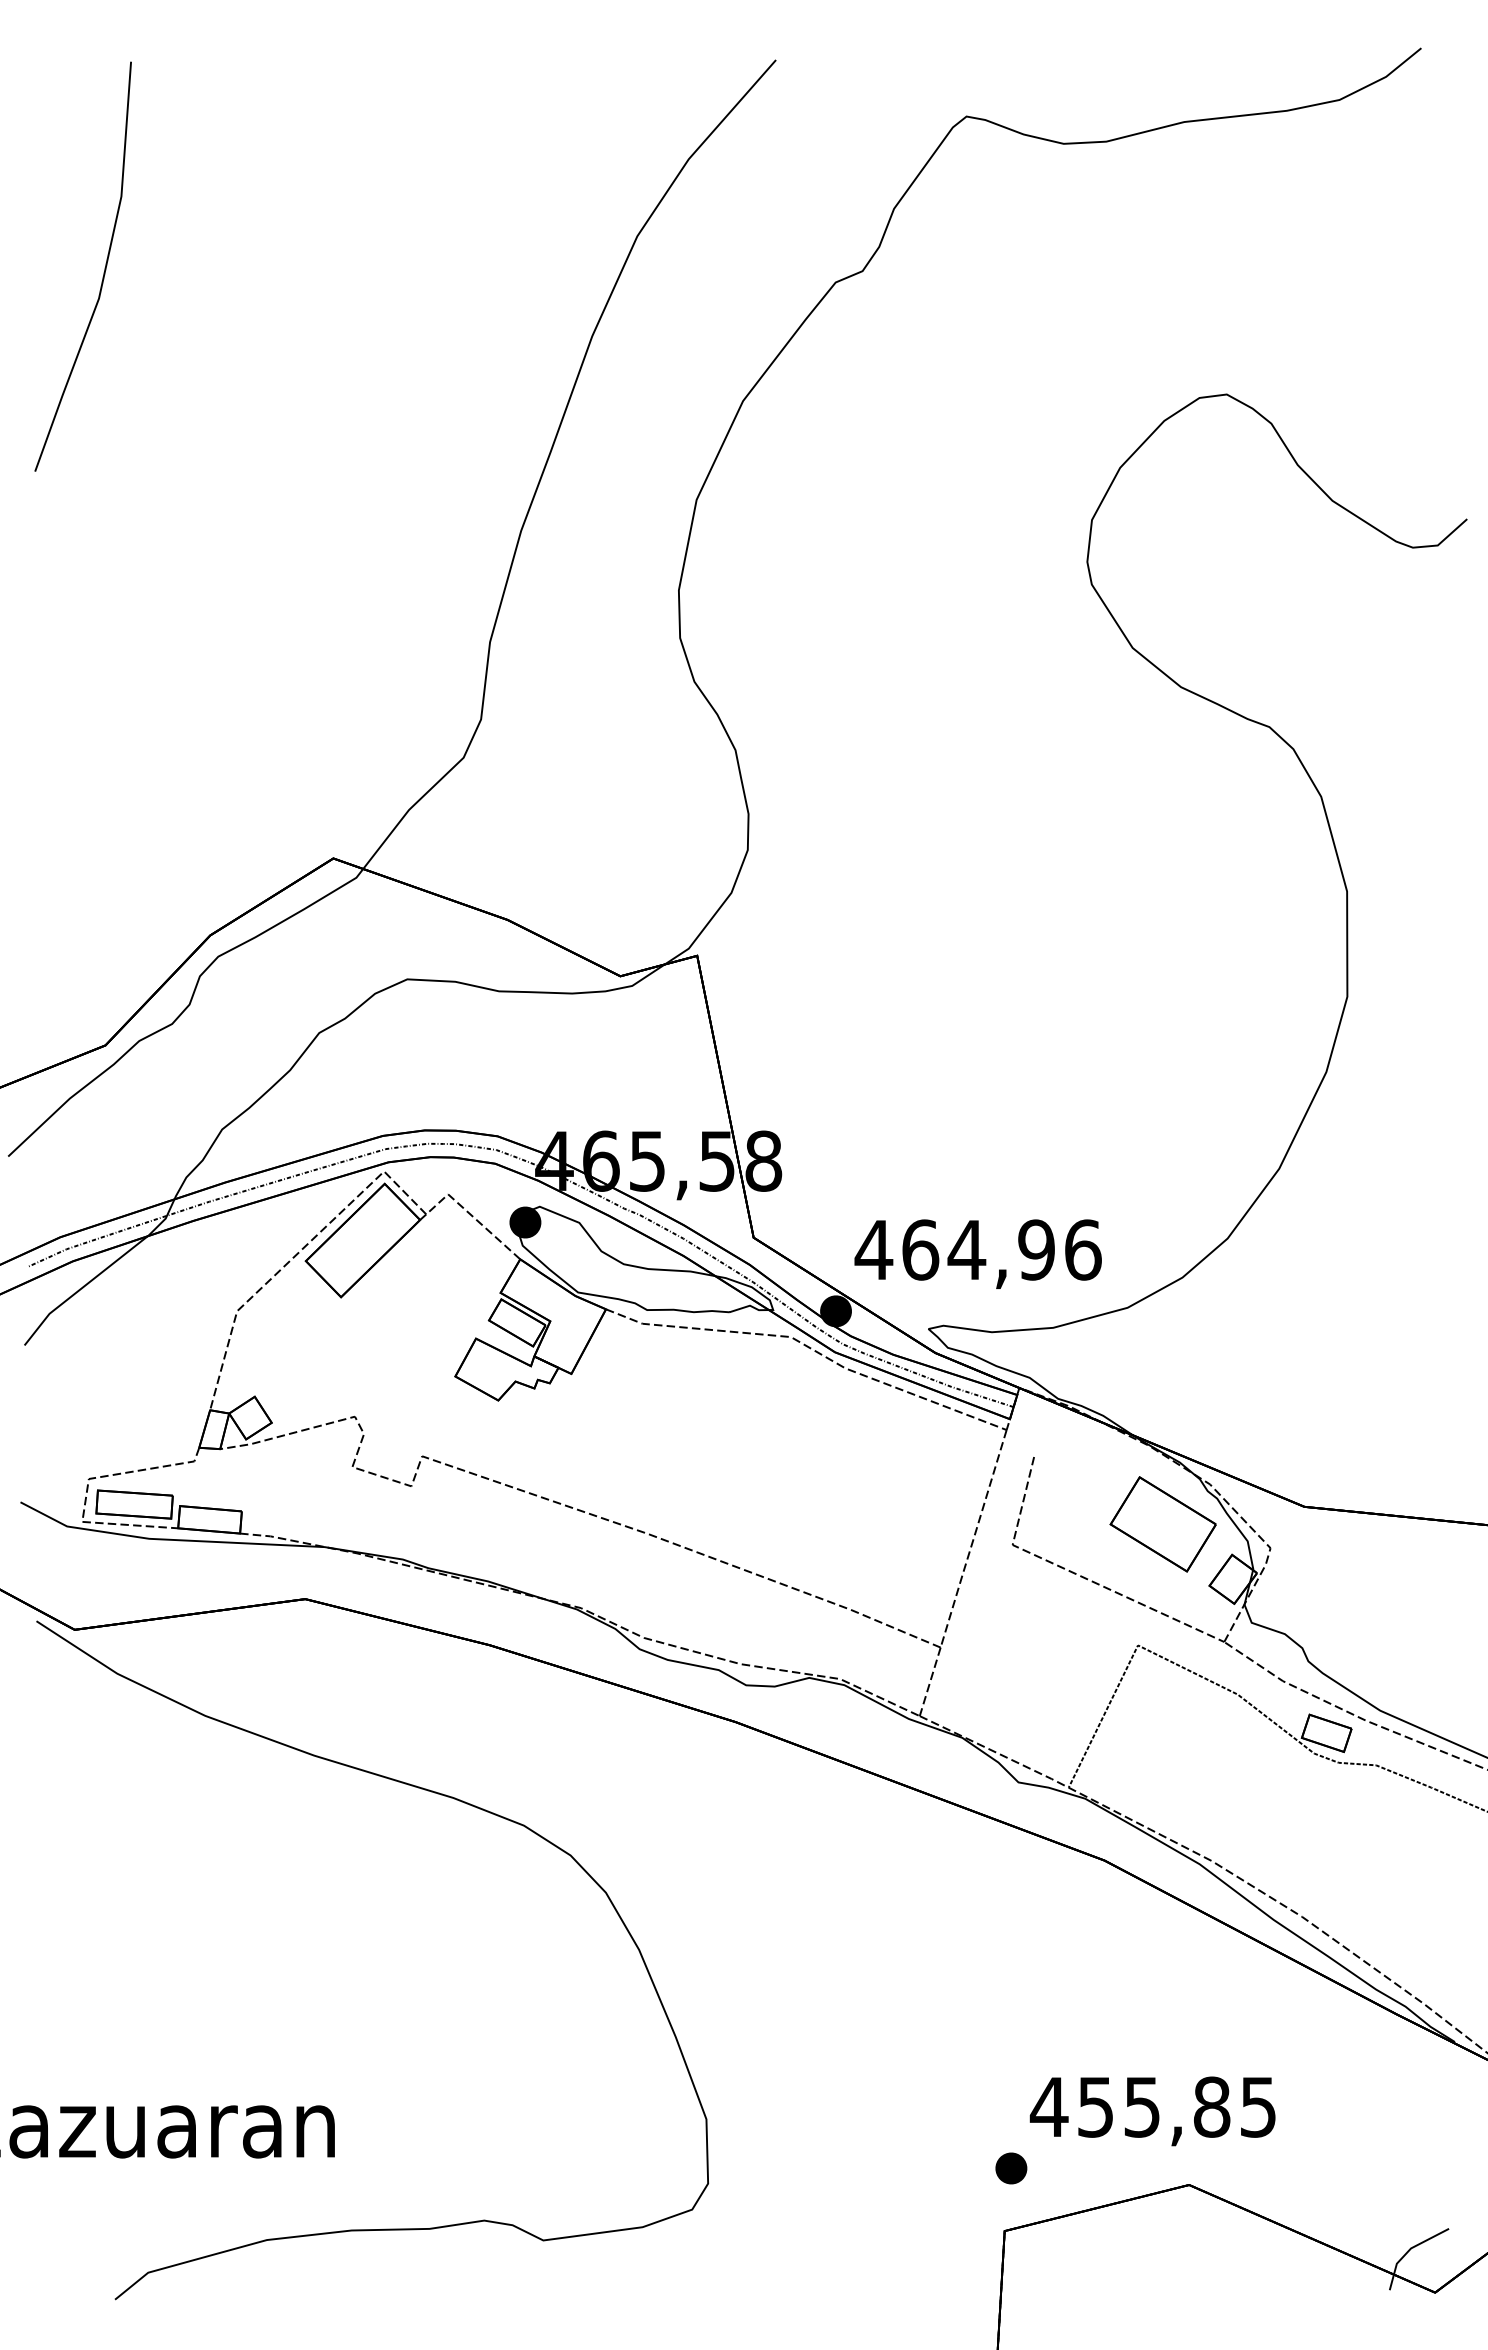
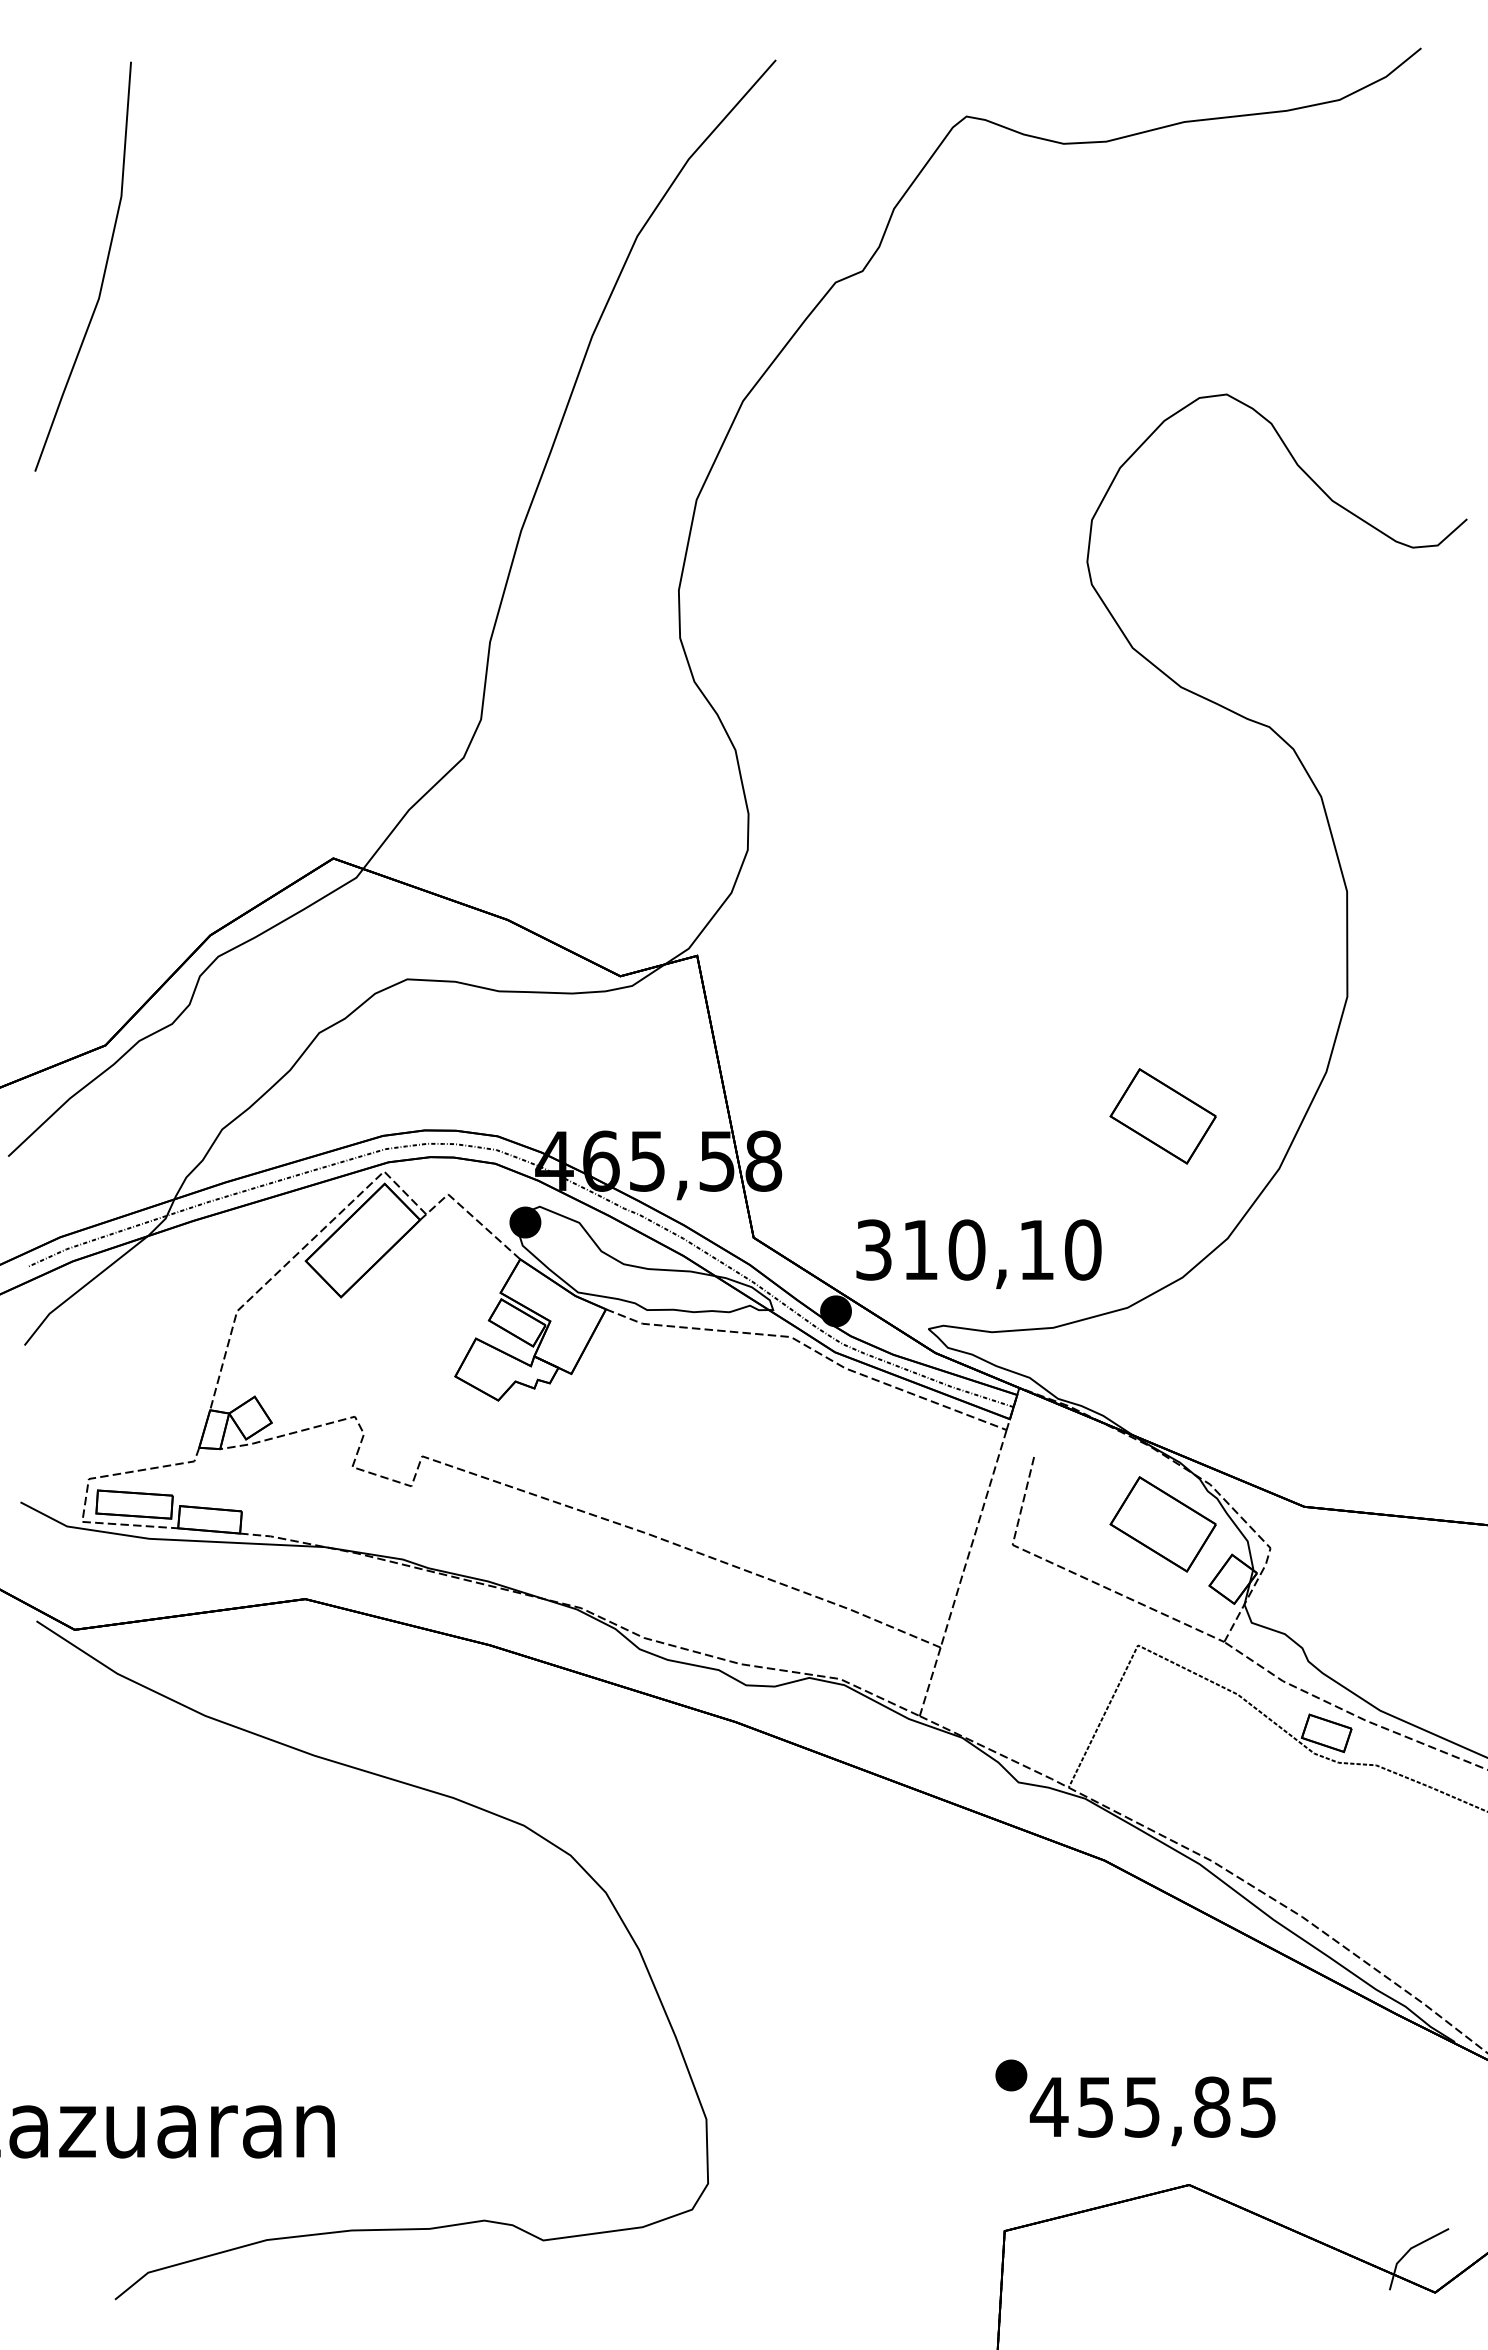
part at (1162, 1116): none -> present
text at (977, 1249): 464,96 -> 310,10
part at (1011, 2168) position: (1011, 2168) -> (1011, 2075)
